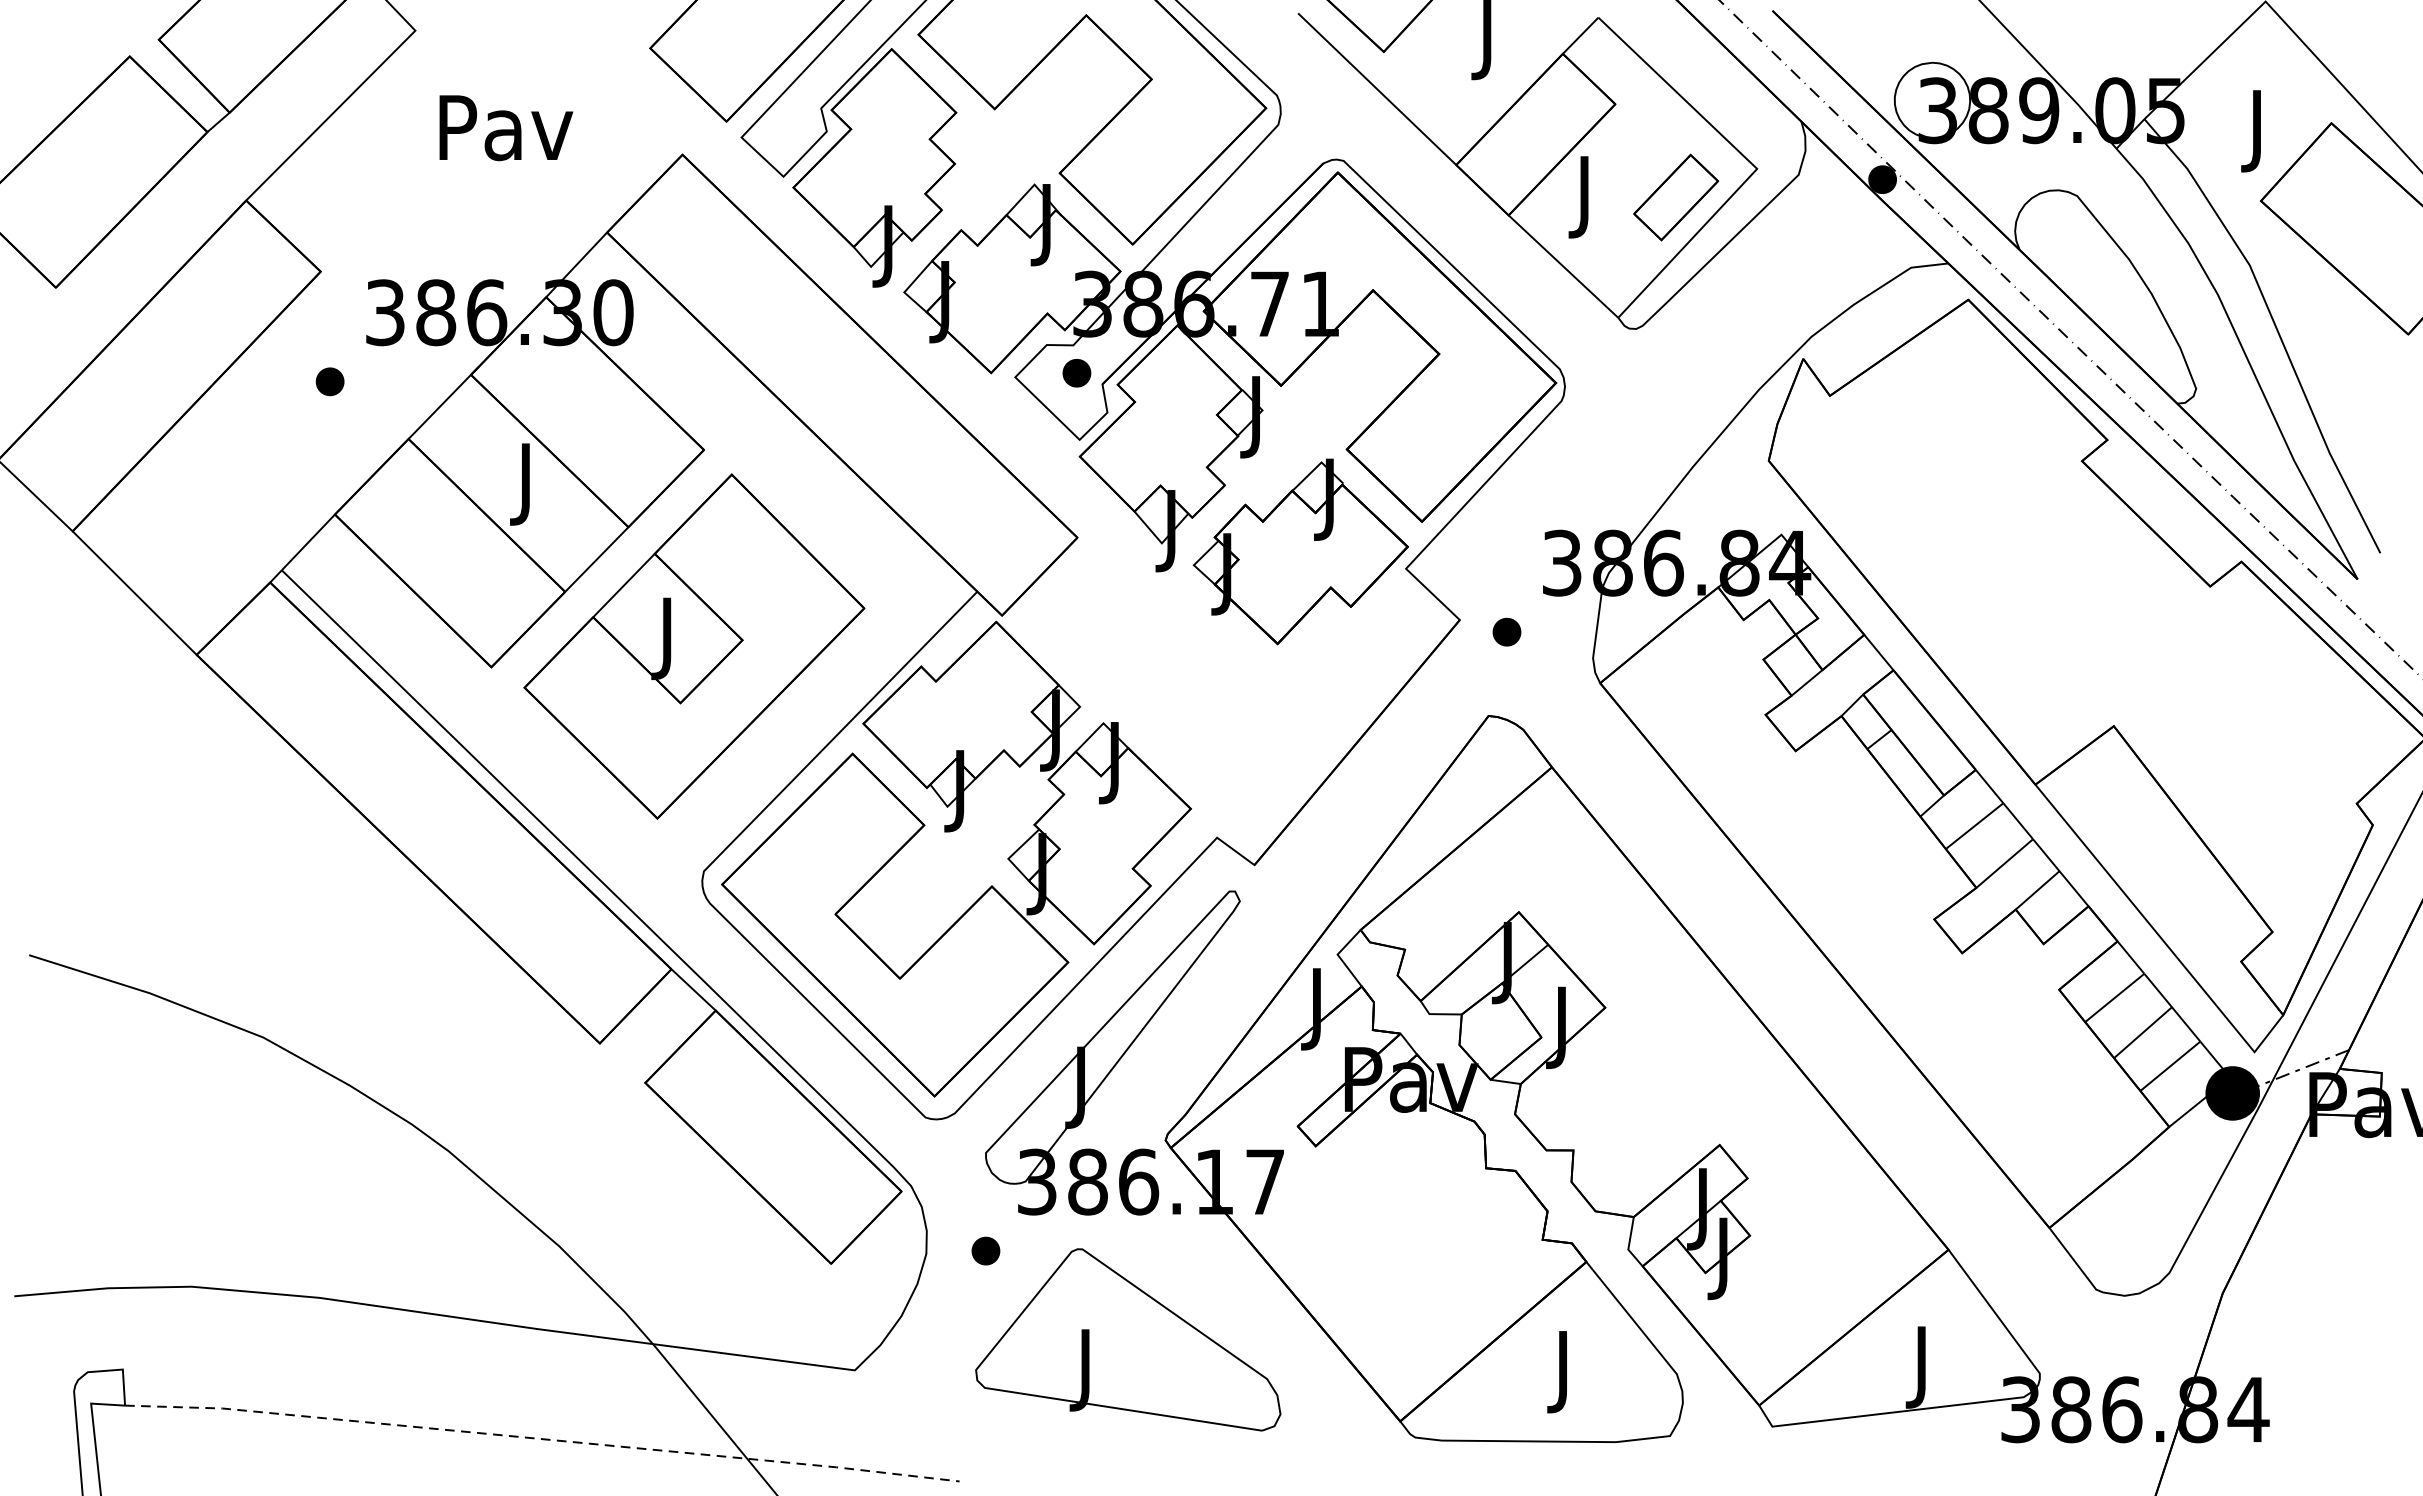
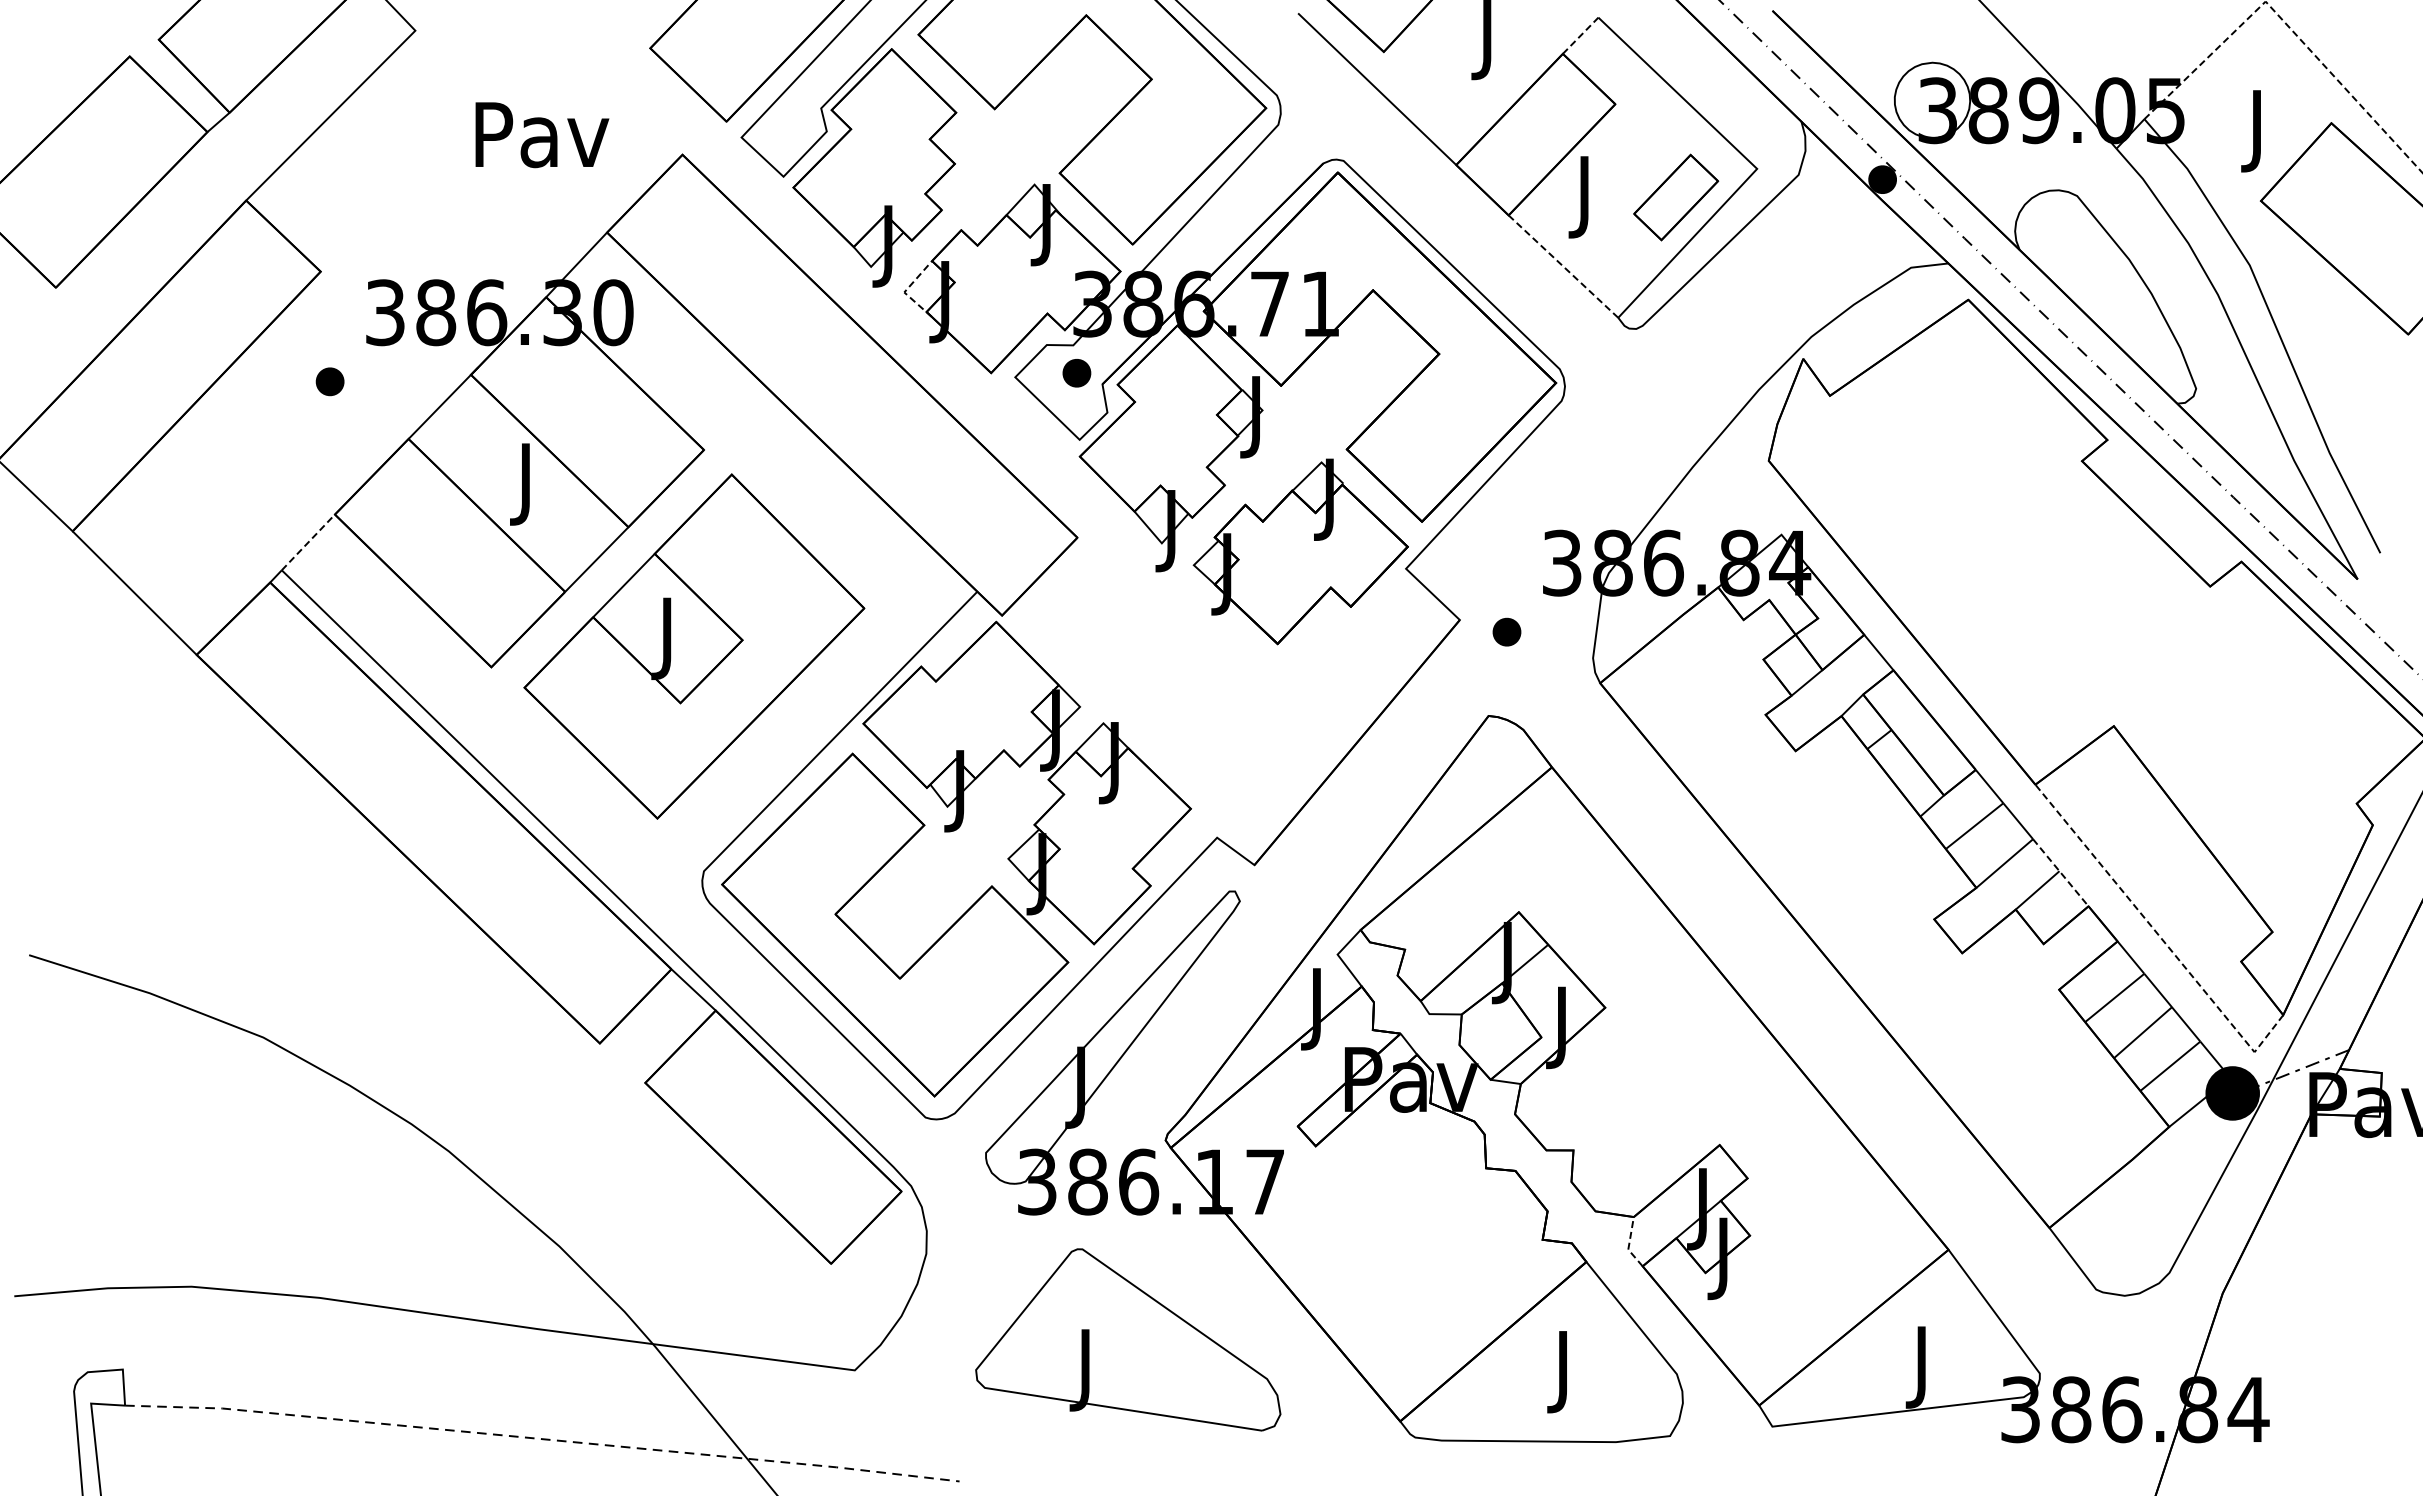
line at (2287, 25): solid -> dashed
line at (1581, 35): solid -> dashed
text at (506, 128) position: (506, 128) -> (542, 135)
line at (1563, 266): solid -> dashed
line at (905, 290): solid -> dashed
line at (308, 542): solid -> dashed
line at (2060, 872): solid -> dashed
line at (2160, 937): solid -> dashed
line at (1629, 1244): solid -> dashed
part at (985, 1250): present -> none
